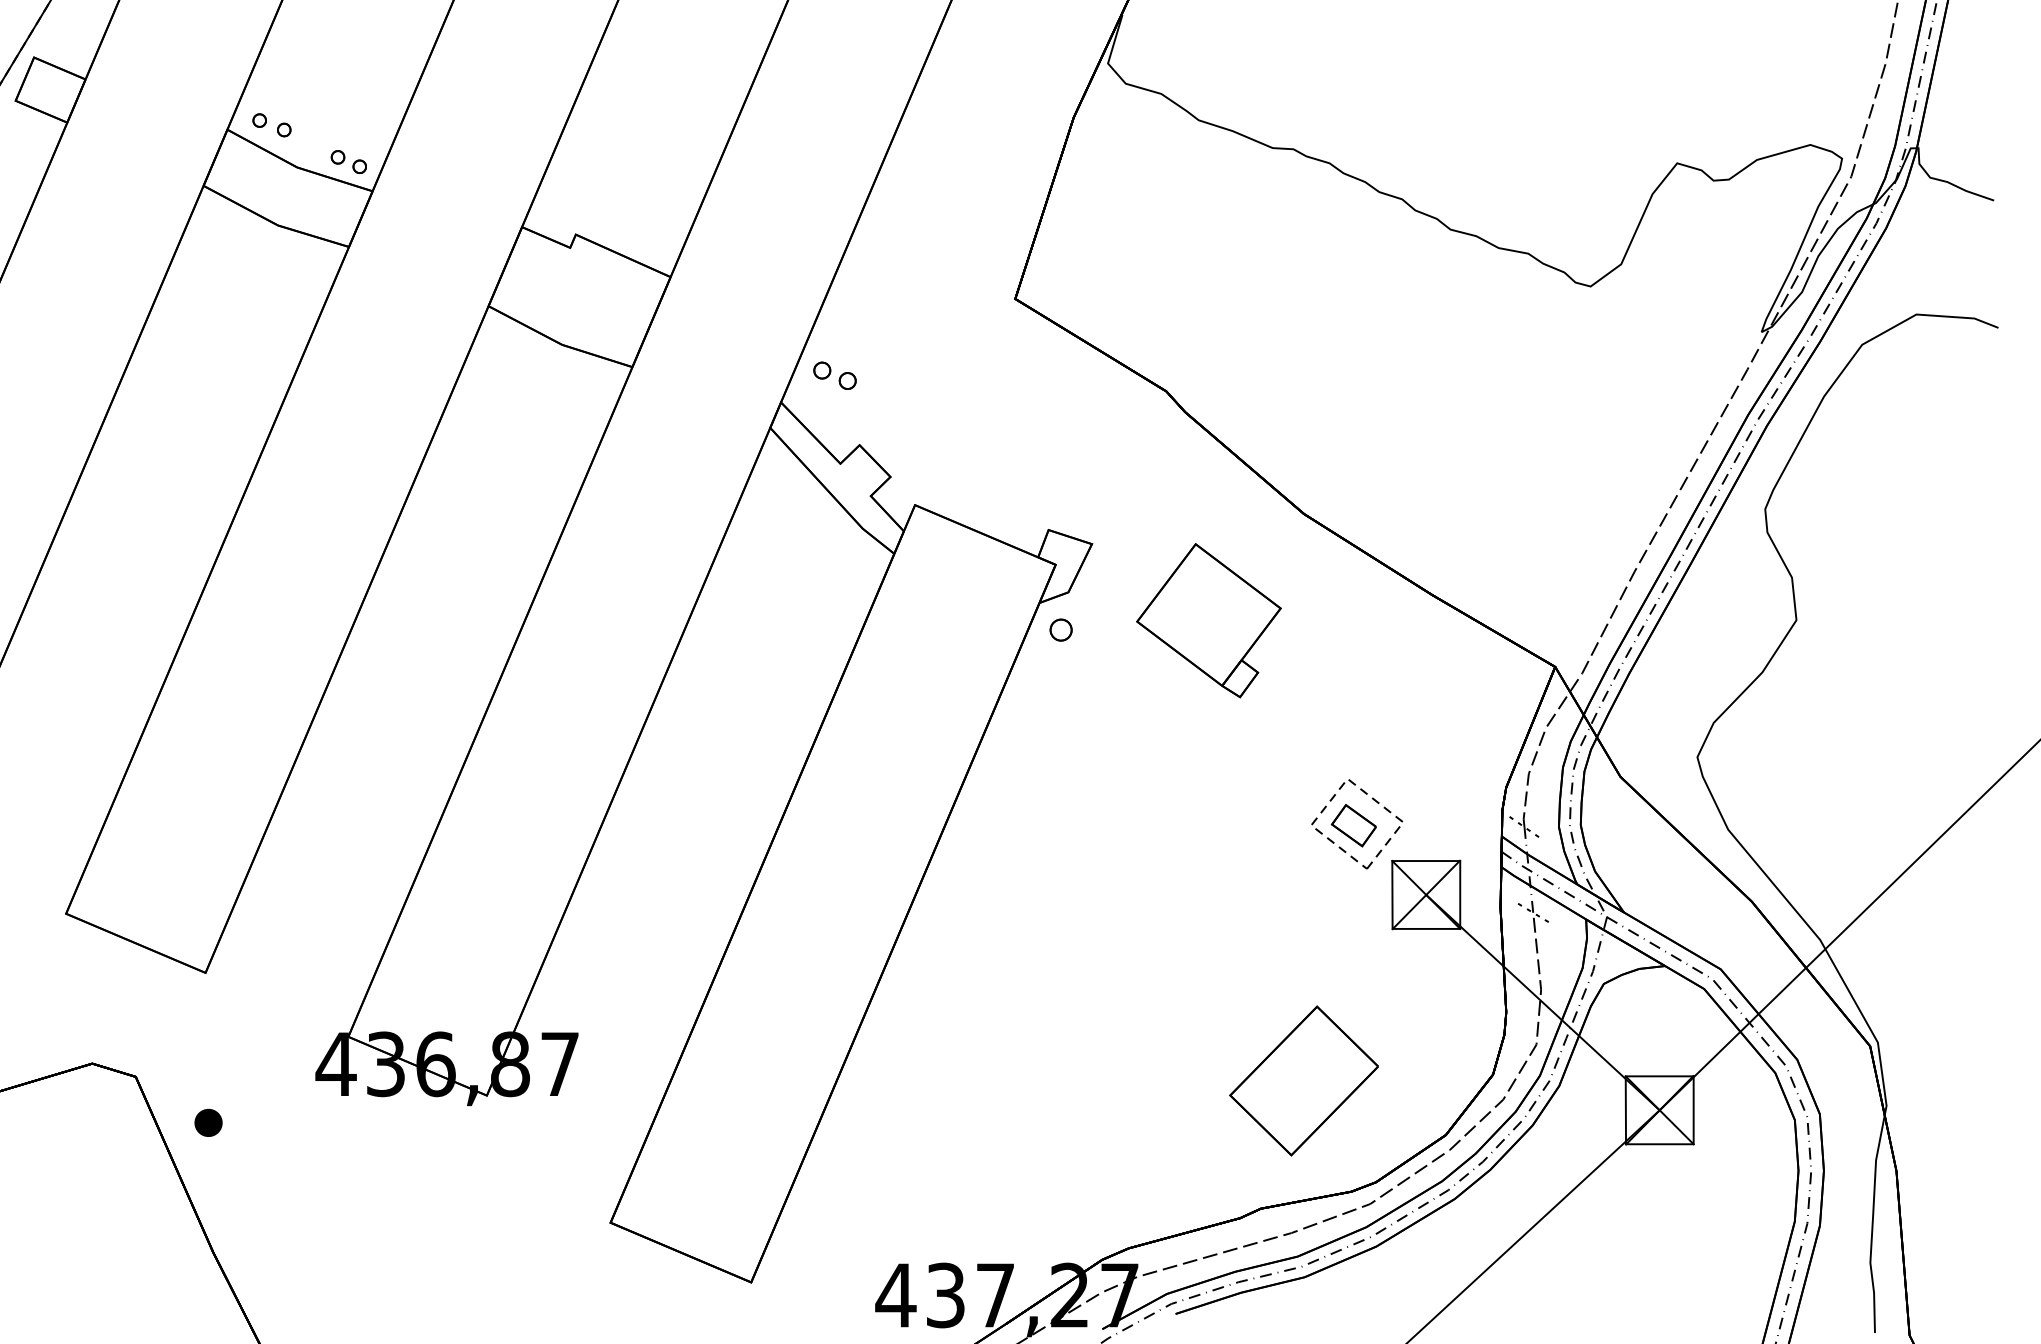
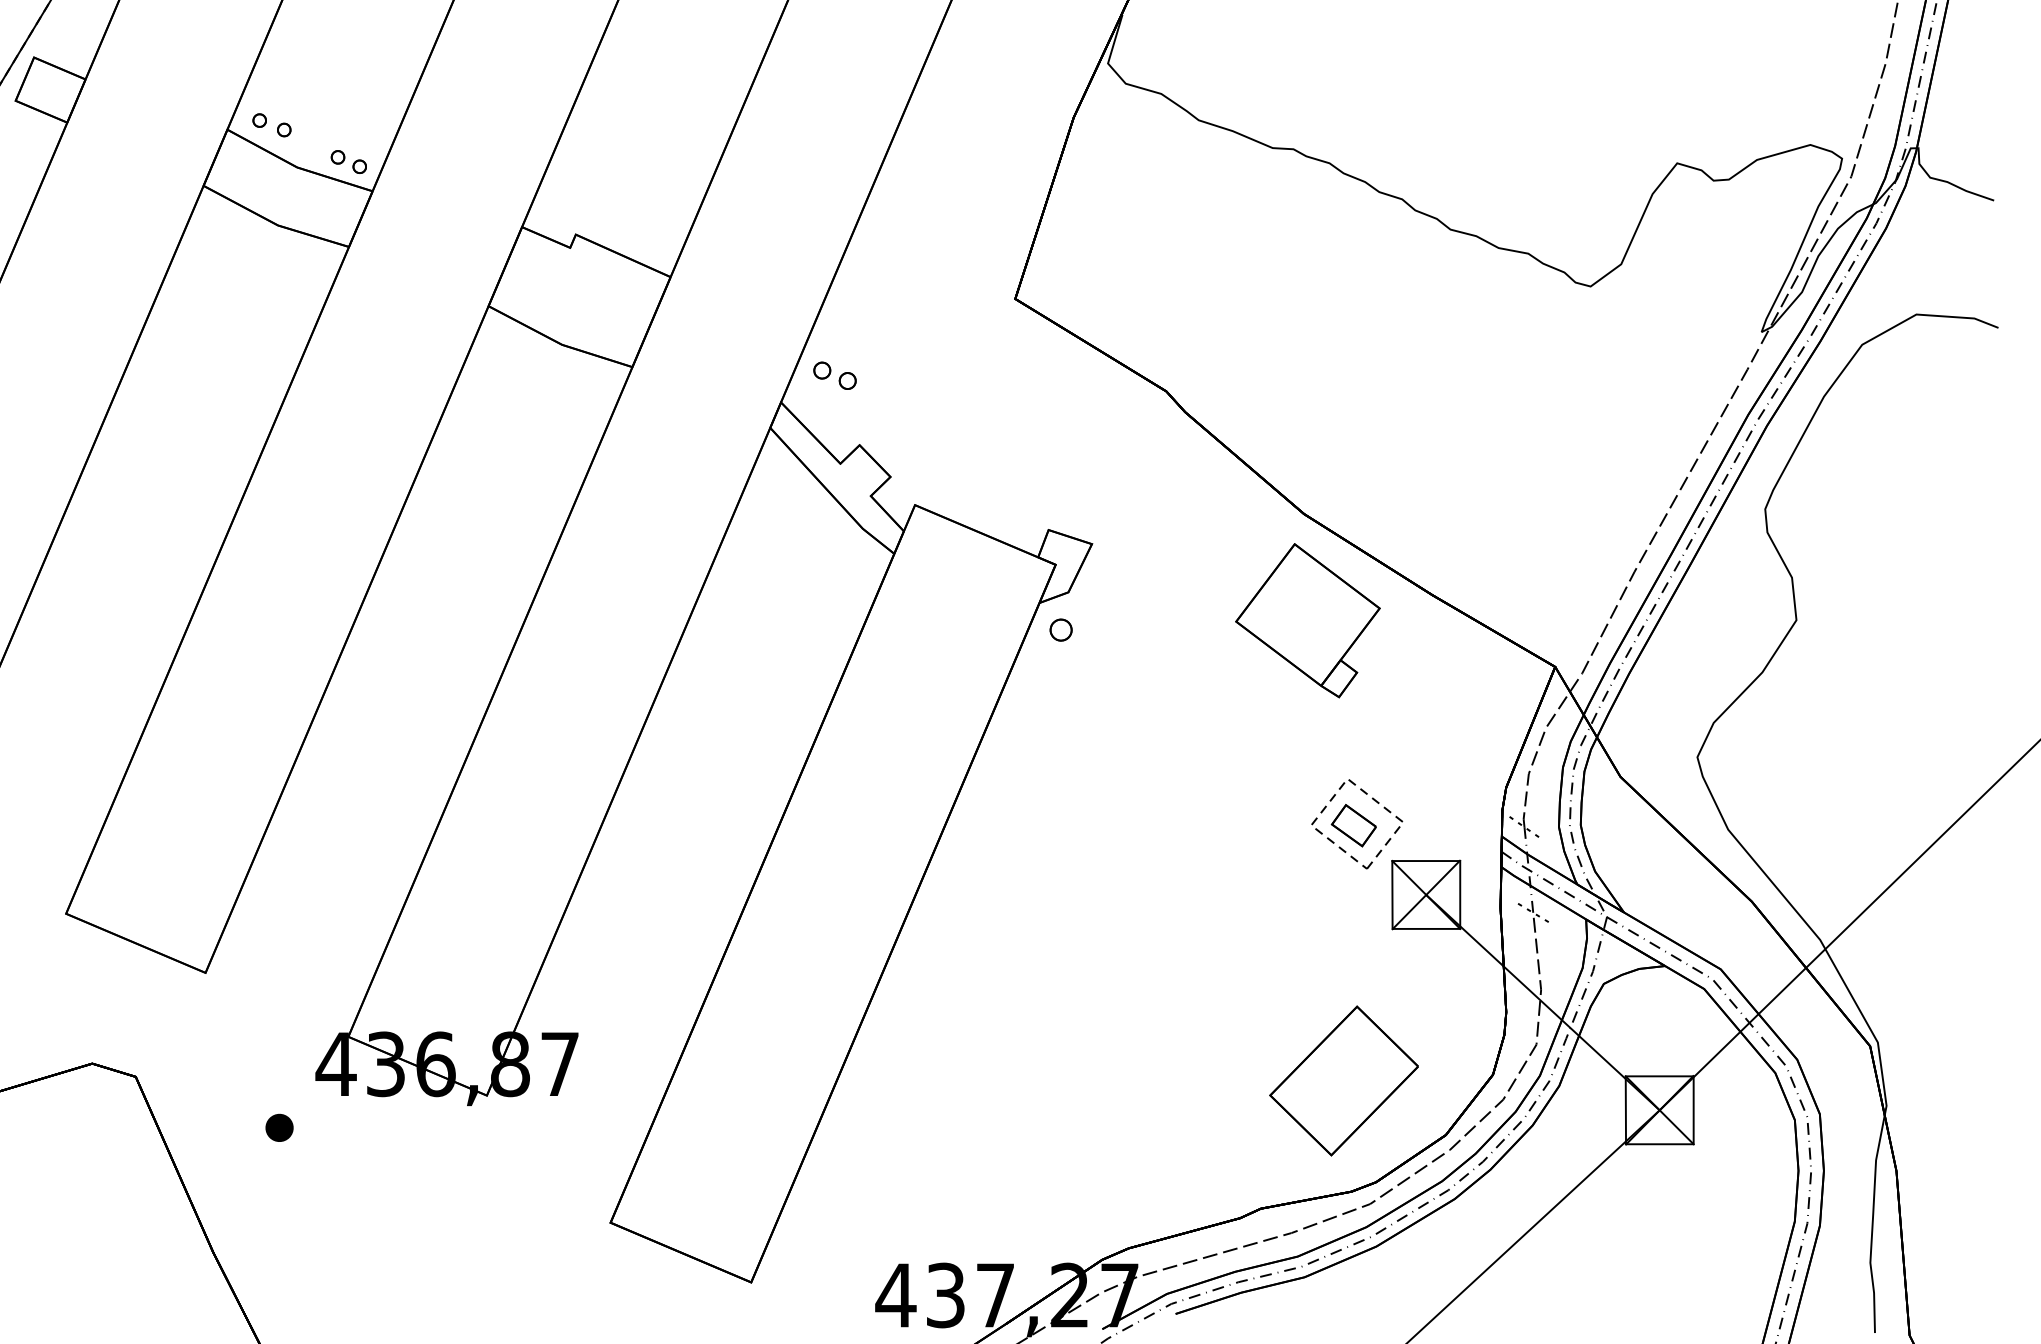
part at (1208, 620) position: (1208, 620) -> (1307, 620)
part at (1303, 1080) position: (1303, 1080) -> (1343, 1080)
part at (208, 1122) position: (208, 1122) -> (279, 1127)
